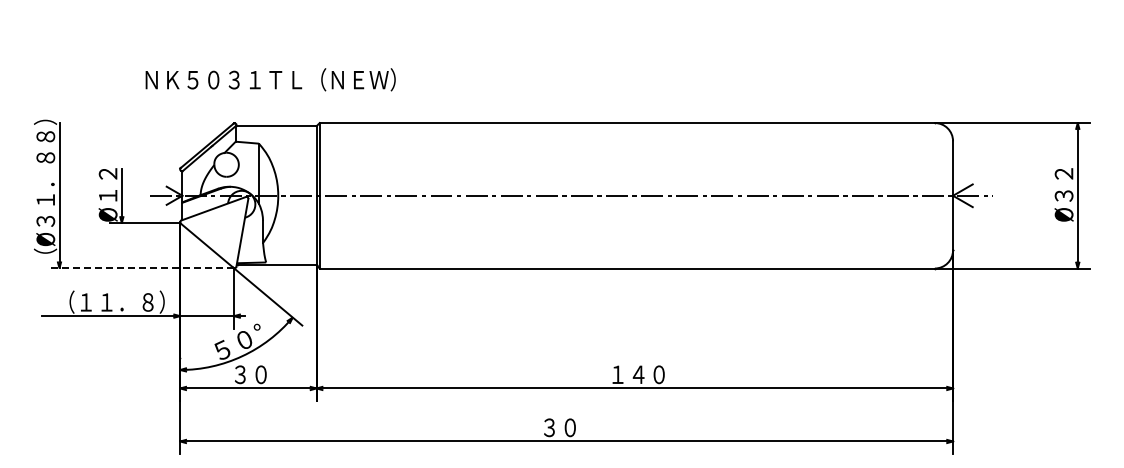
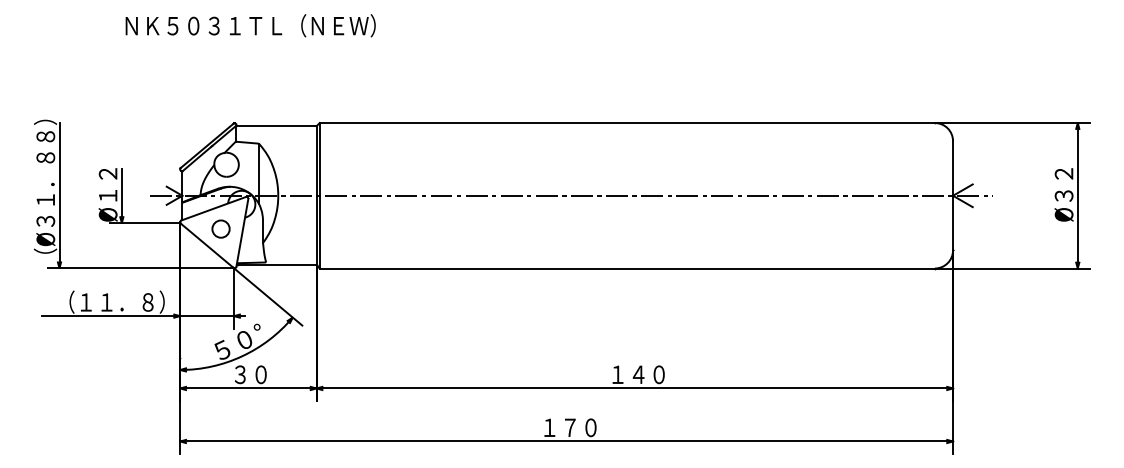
text at (270, 79) position: (270, 79) -> (250, 25)
circle at (220, 228): none -> present
line at (139, 268): dashed -> solid
text at (570, 427): ３０ -> １７０
